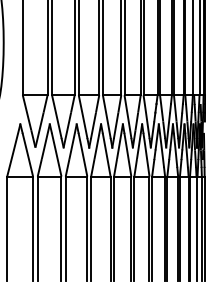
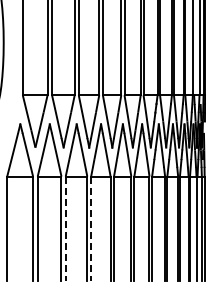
line at (65, 229): solid -> dashed
line at (91, 229): solid -> dashed
